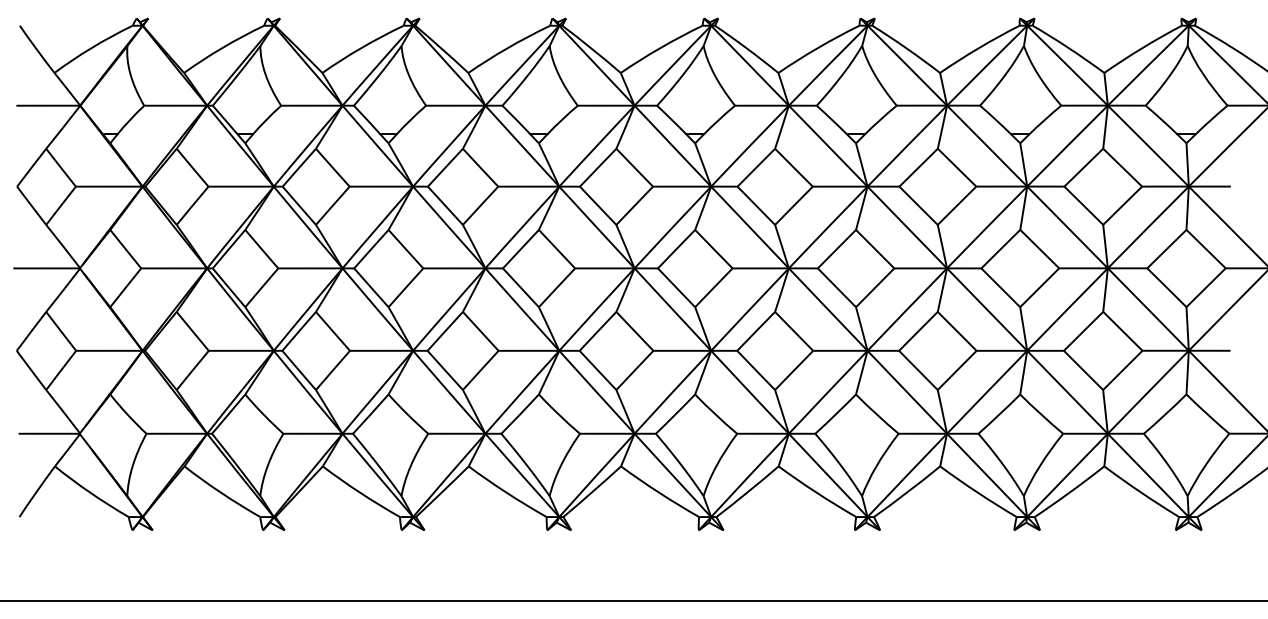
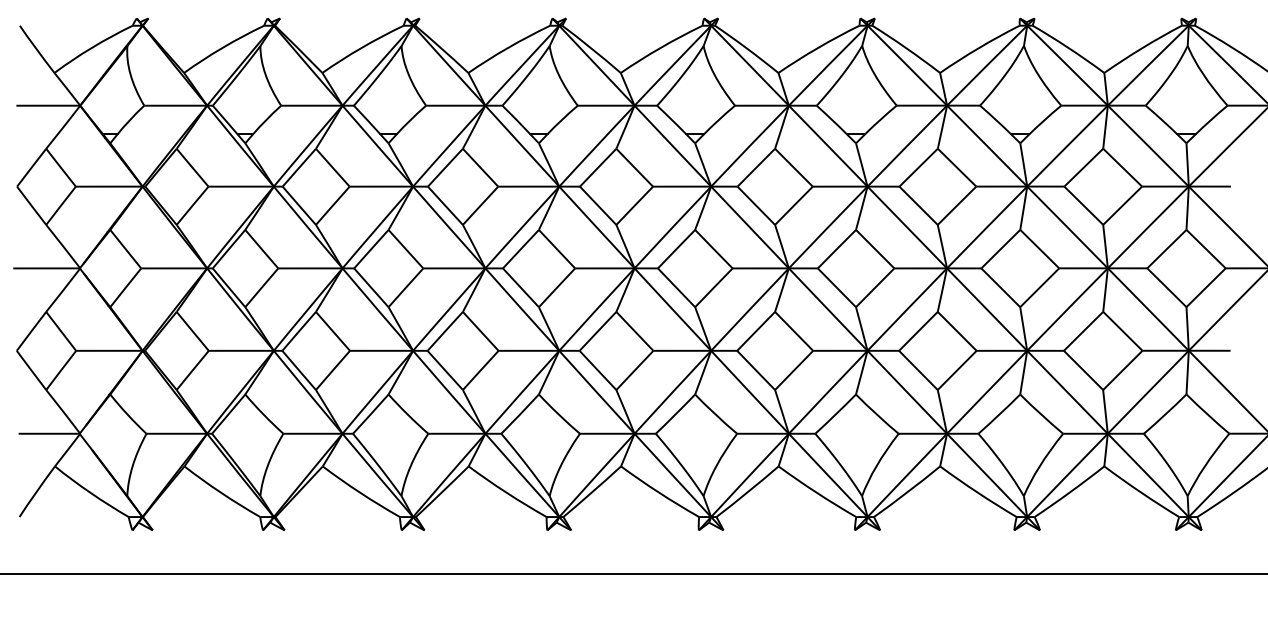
line at (633, 600) position: (633, 600) -> (633, 573)
